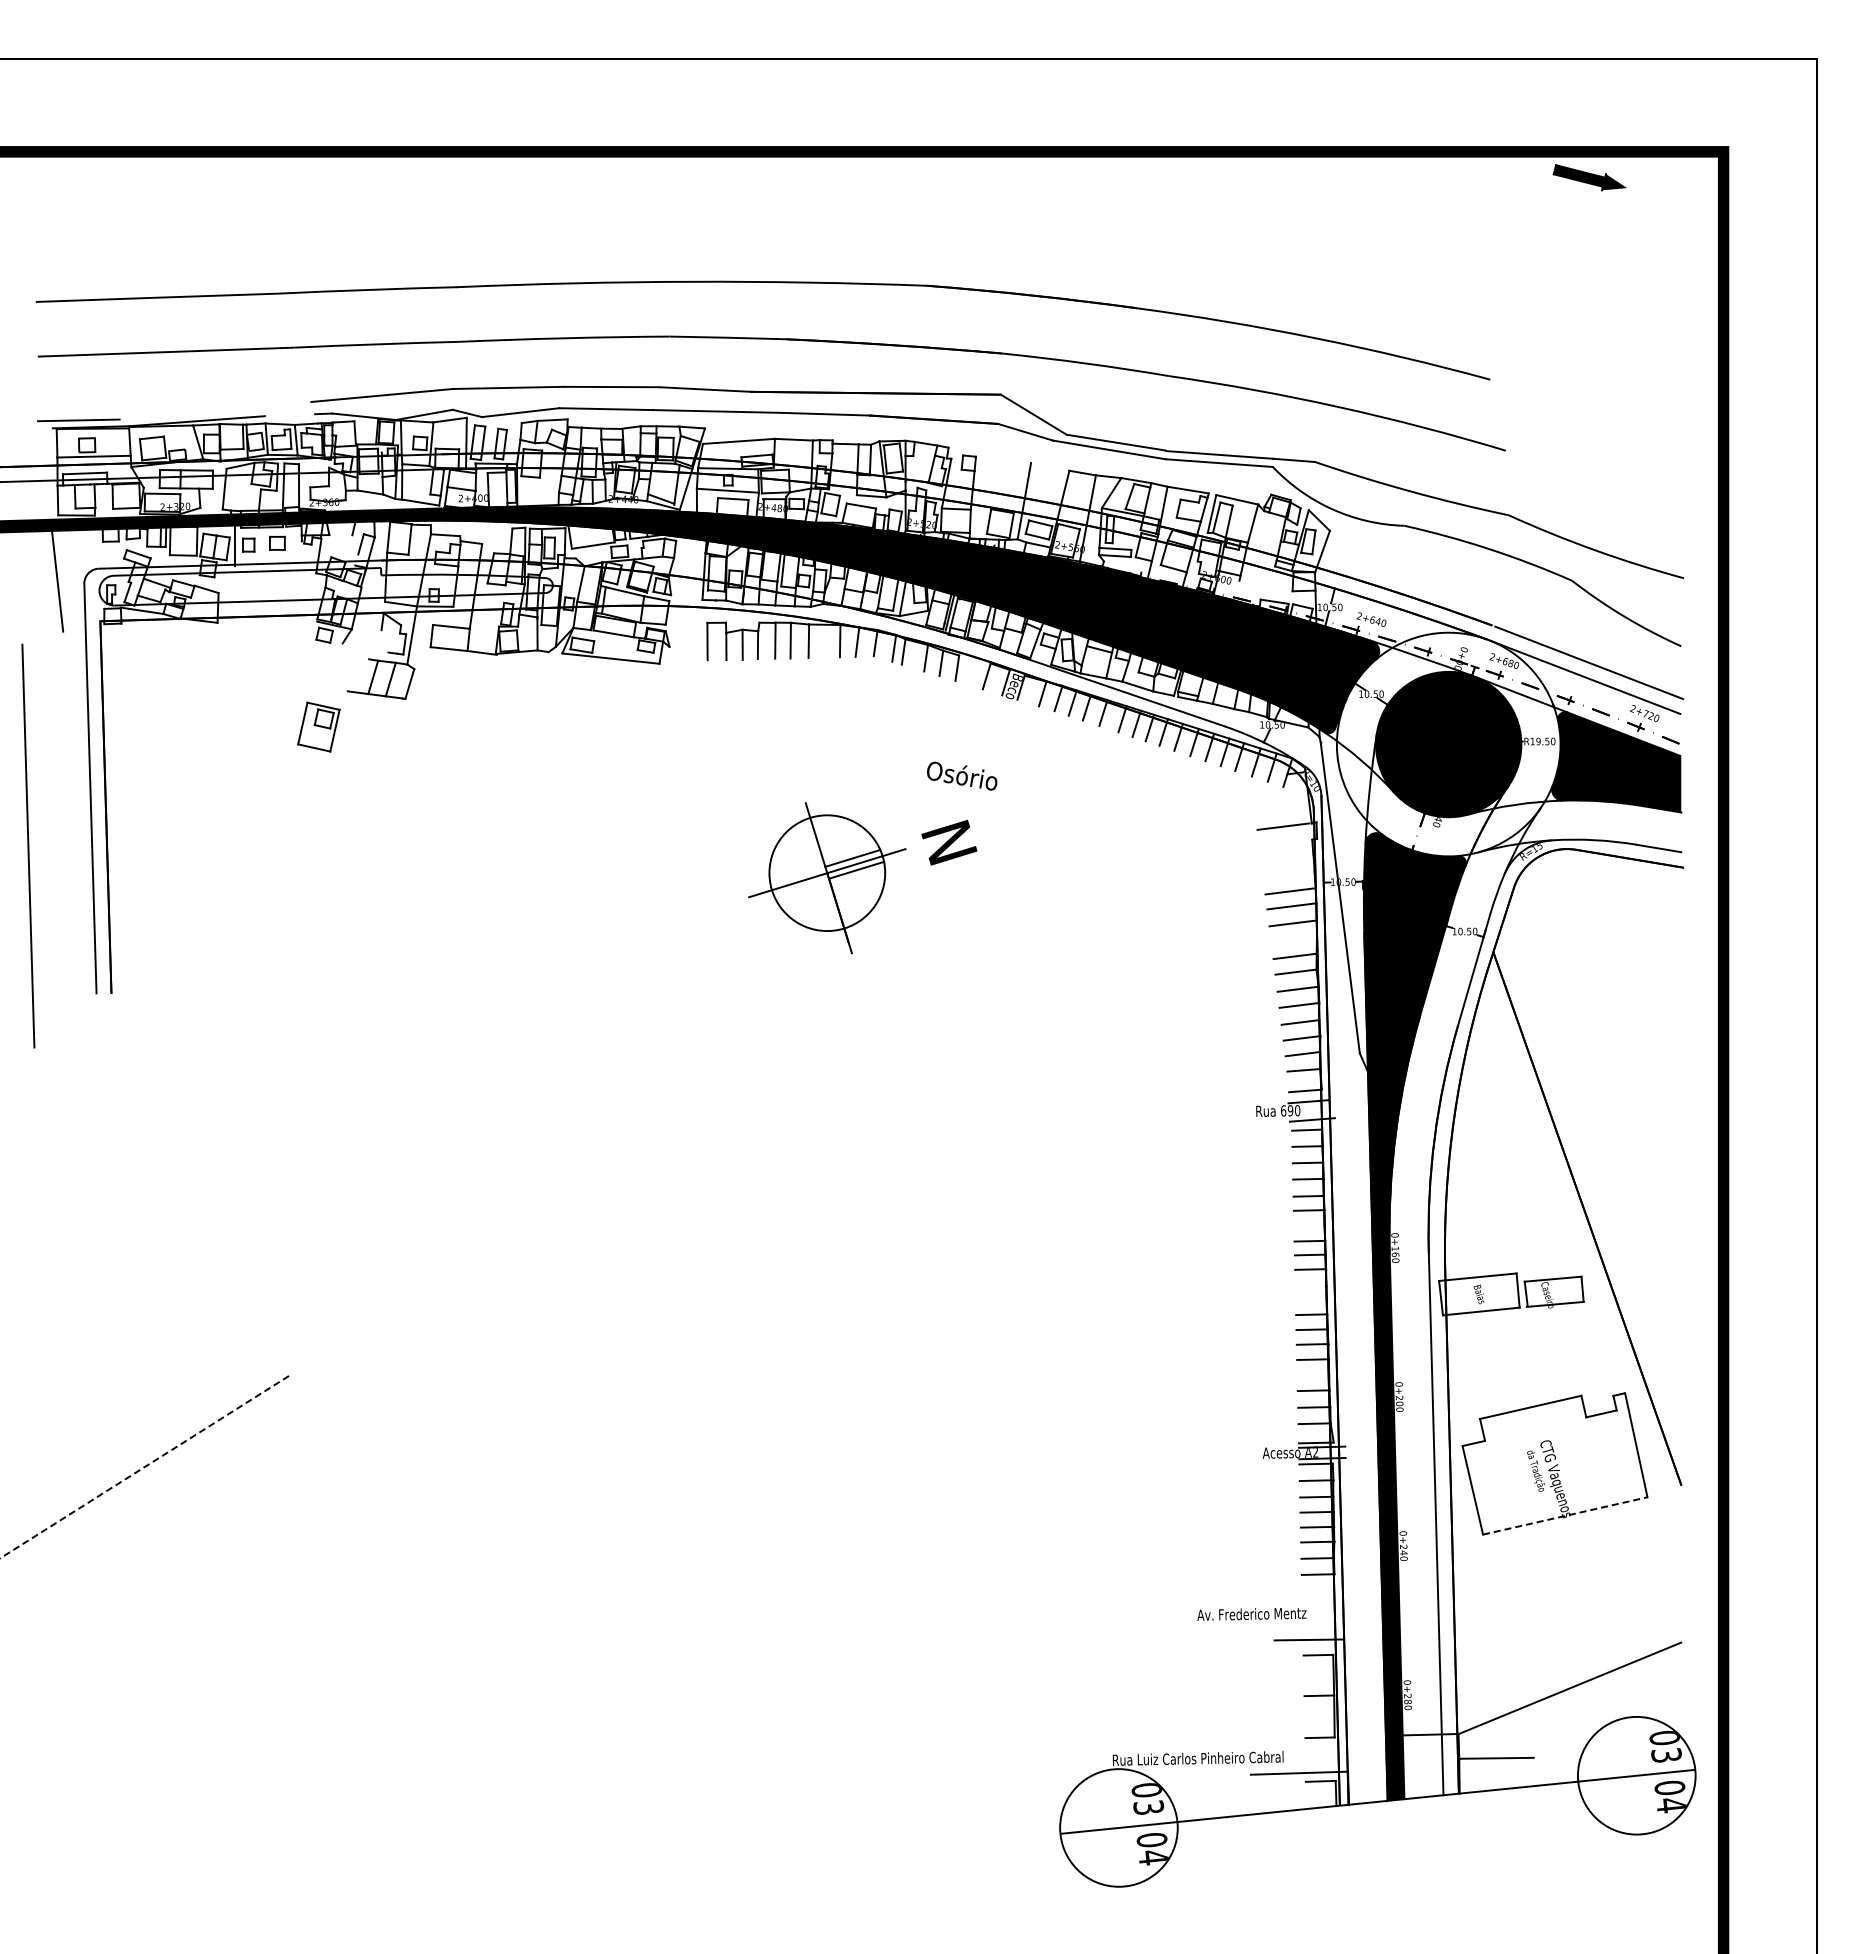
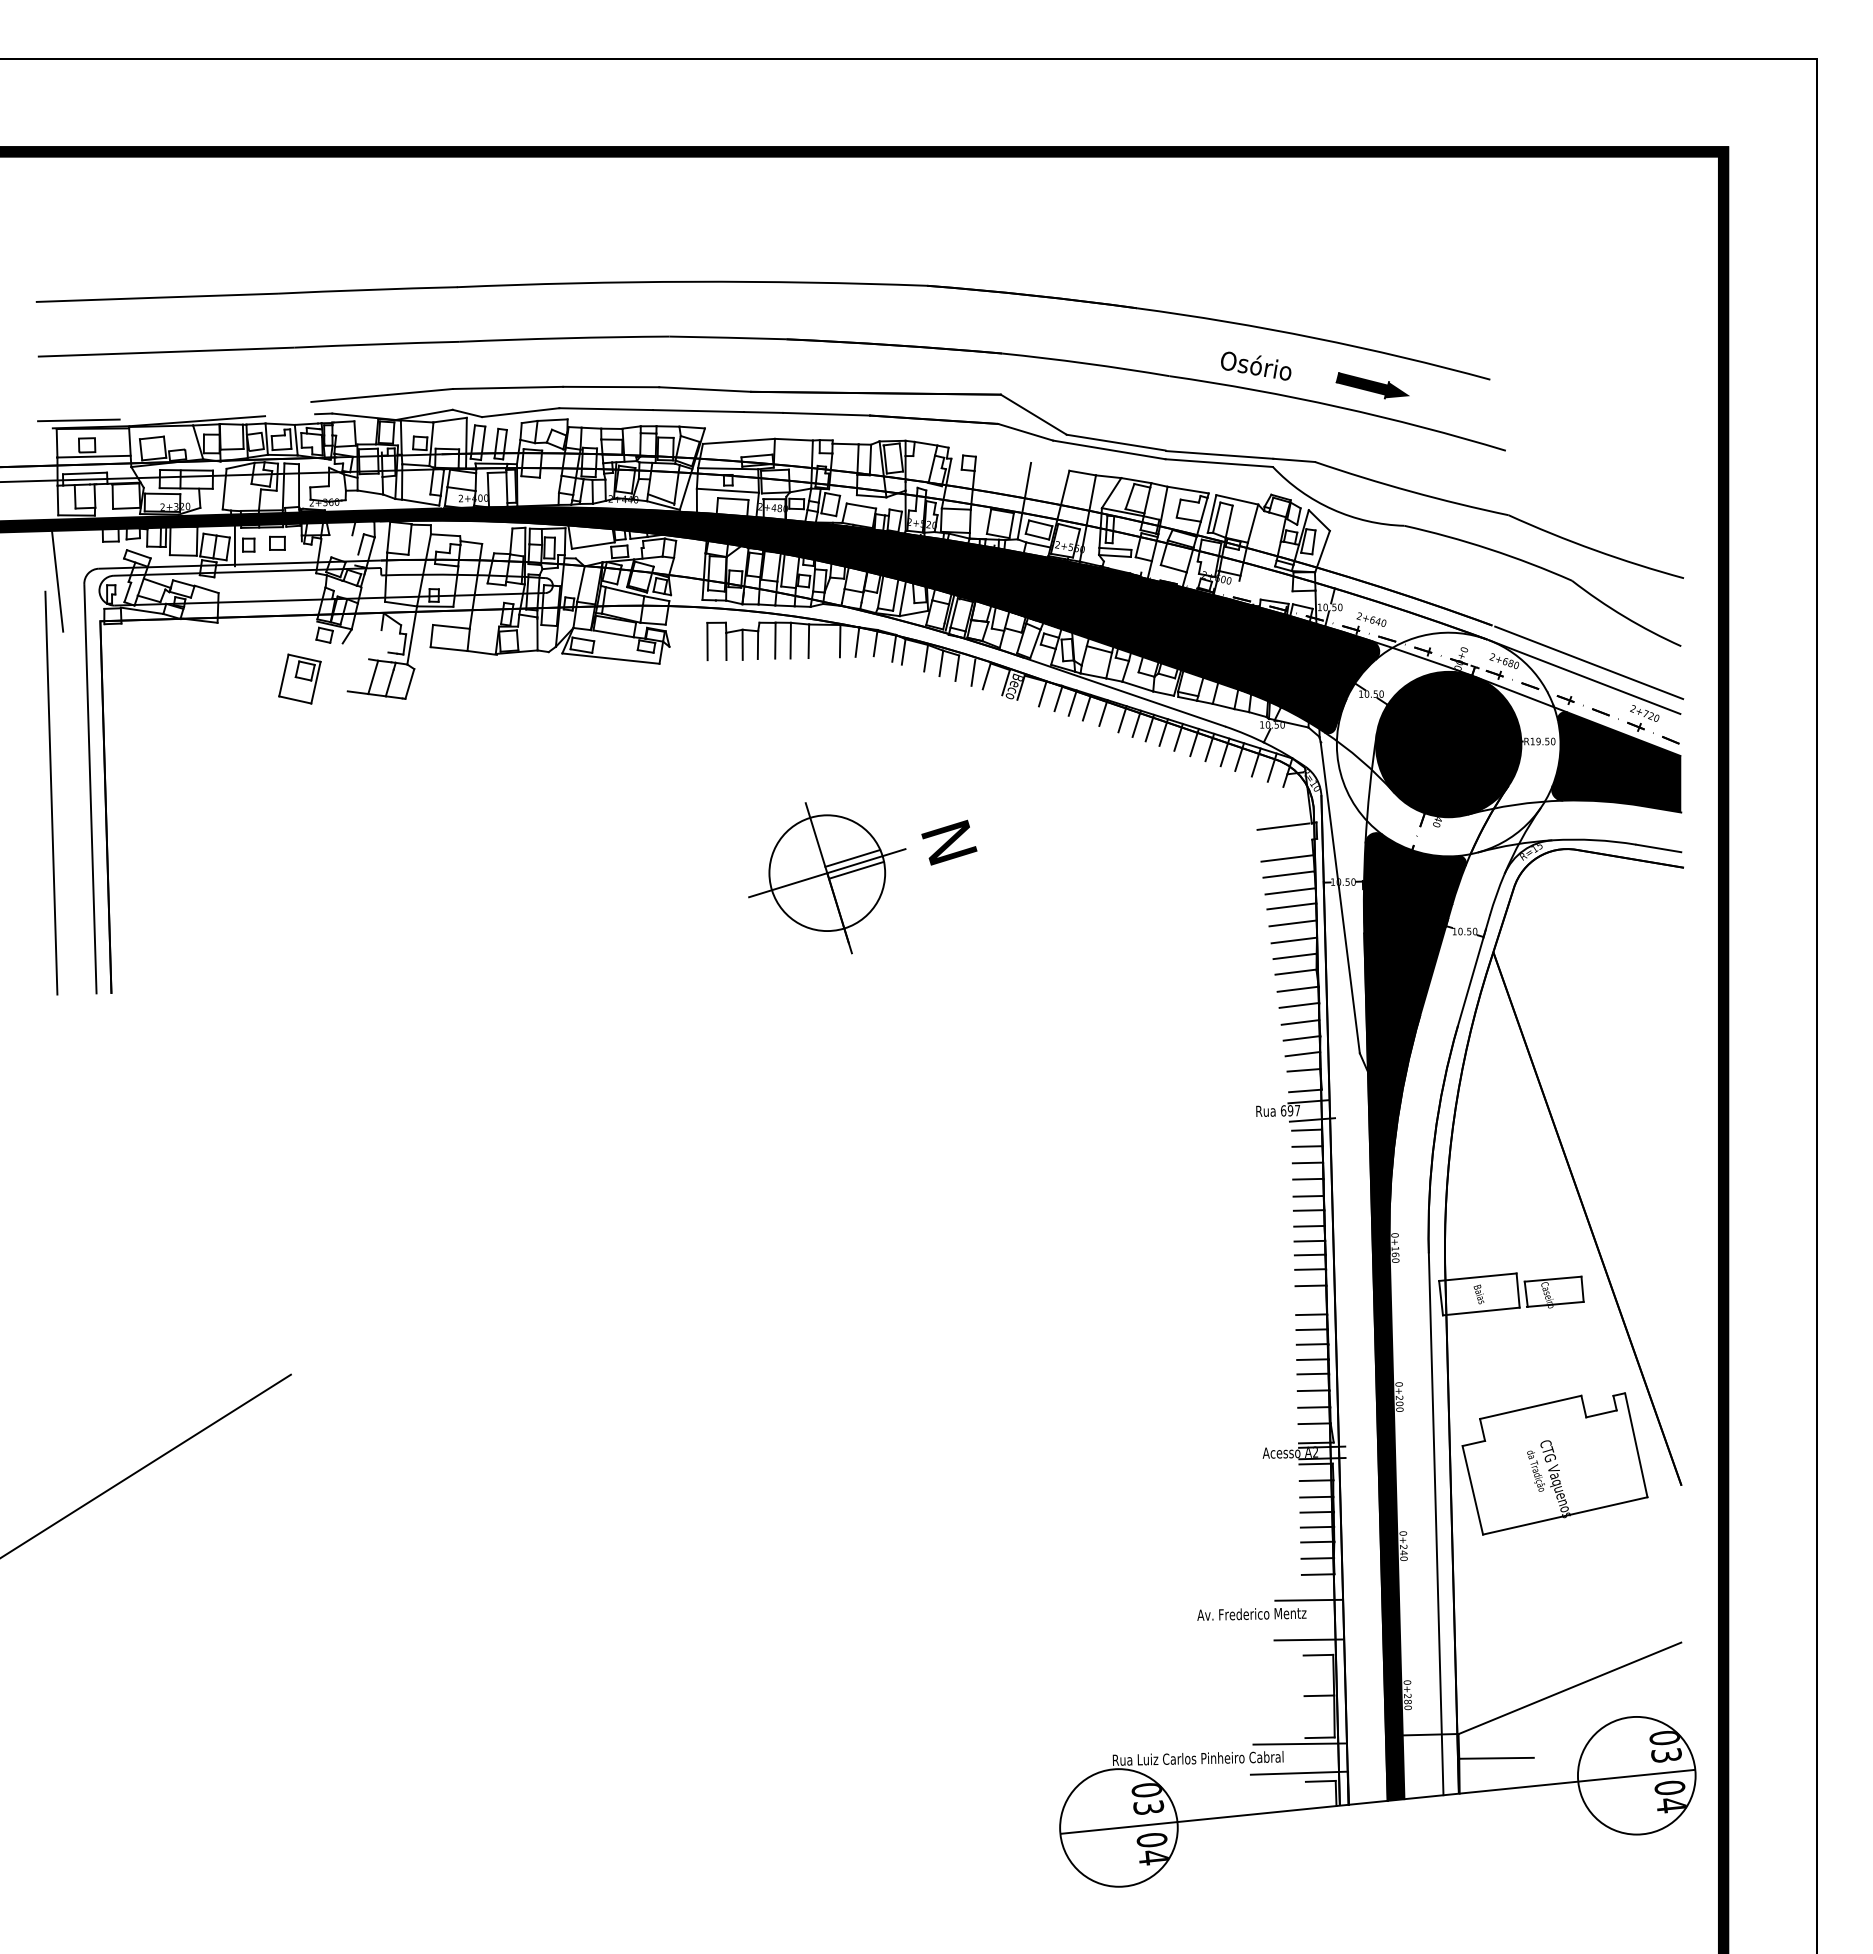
part at (1589, 177) position: (1589, 177) -> (1372, 385)
line at (973, 672): none -> present
part at (318, 726) position: (318, 726) -> (299, 678)
text at (962, 775) position: (962, 775) -> (1256, 365)
line at (28, 845) position: (28, 845) -> (51, 792)
line at (1287, 858): none -> present
line at (1288, 874): none -> present
line at (1294, 940): none -> present
text at (1297, 1110): 690 -> 697
line at (1309, 1225): none -> present
line at (1310, 1285): none -> present
line at (1313, 1373): none -> present
line at (146, 1465): dashed -> solid
line at (1565, 1515): dashed -> solid
line at (1308, 1599): none -> present
line at (1299, 1743): none -> present
